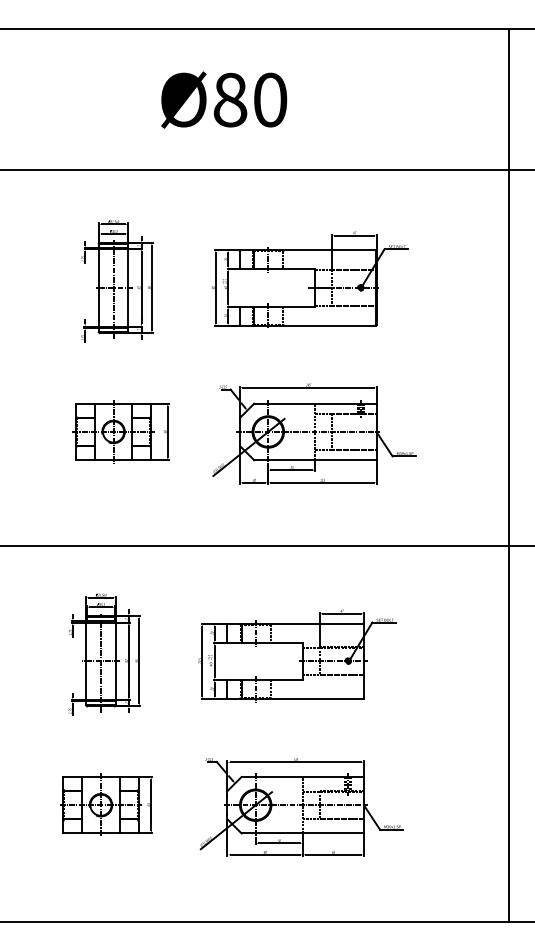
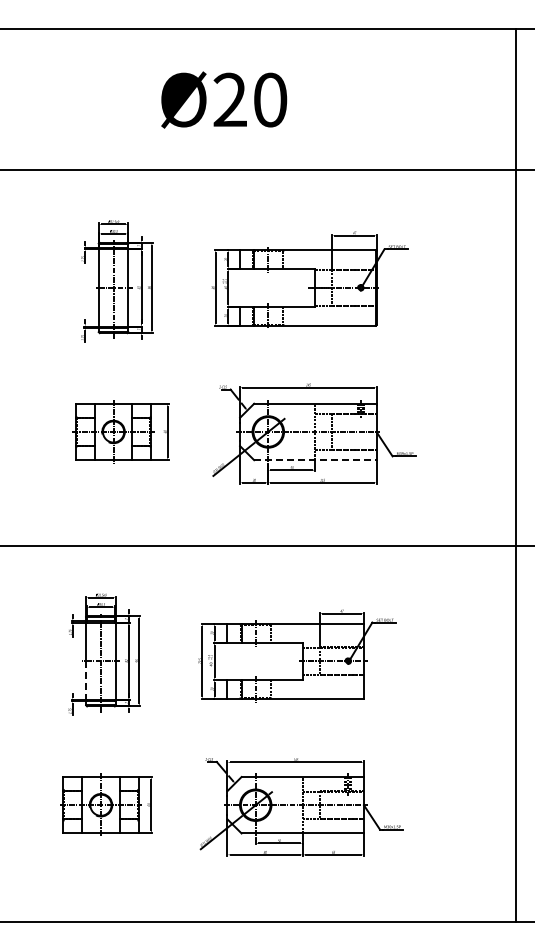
text at (230, 99): Ø80 -> Ø20
line at (315, 460): solid -> dashed
line at (509, 475) position: (509, 475) -> (516, 475)
line at (86, 680): solid -> dashed
